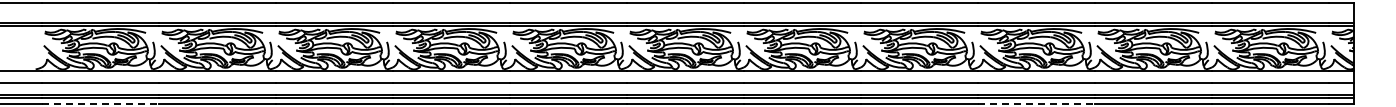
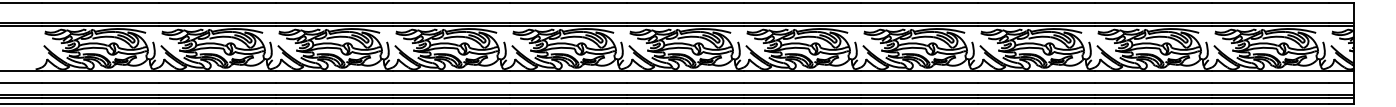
line at (100, 103): dashed -> solid
line at (1036, 103): dashed -> solid
